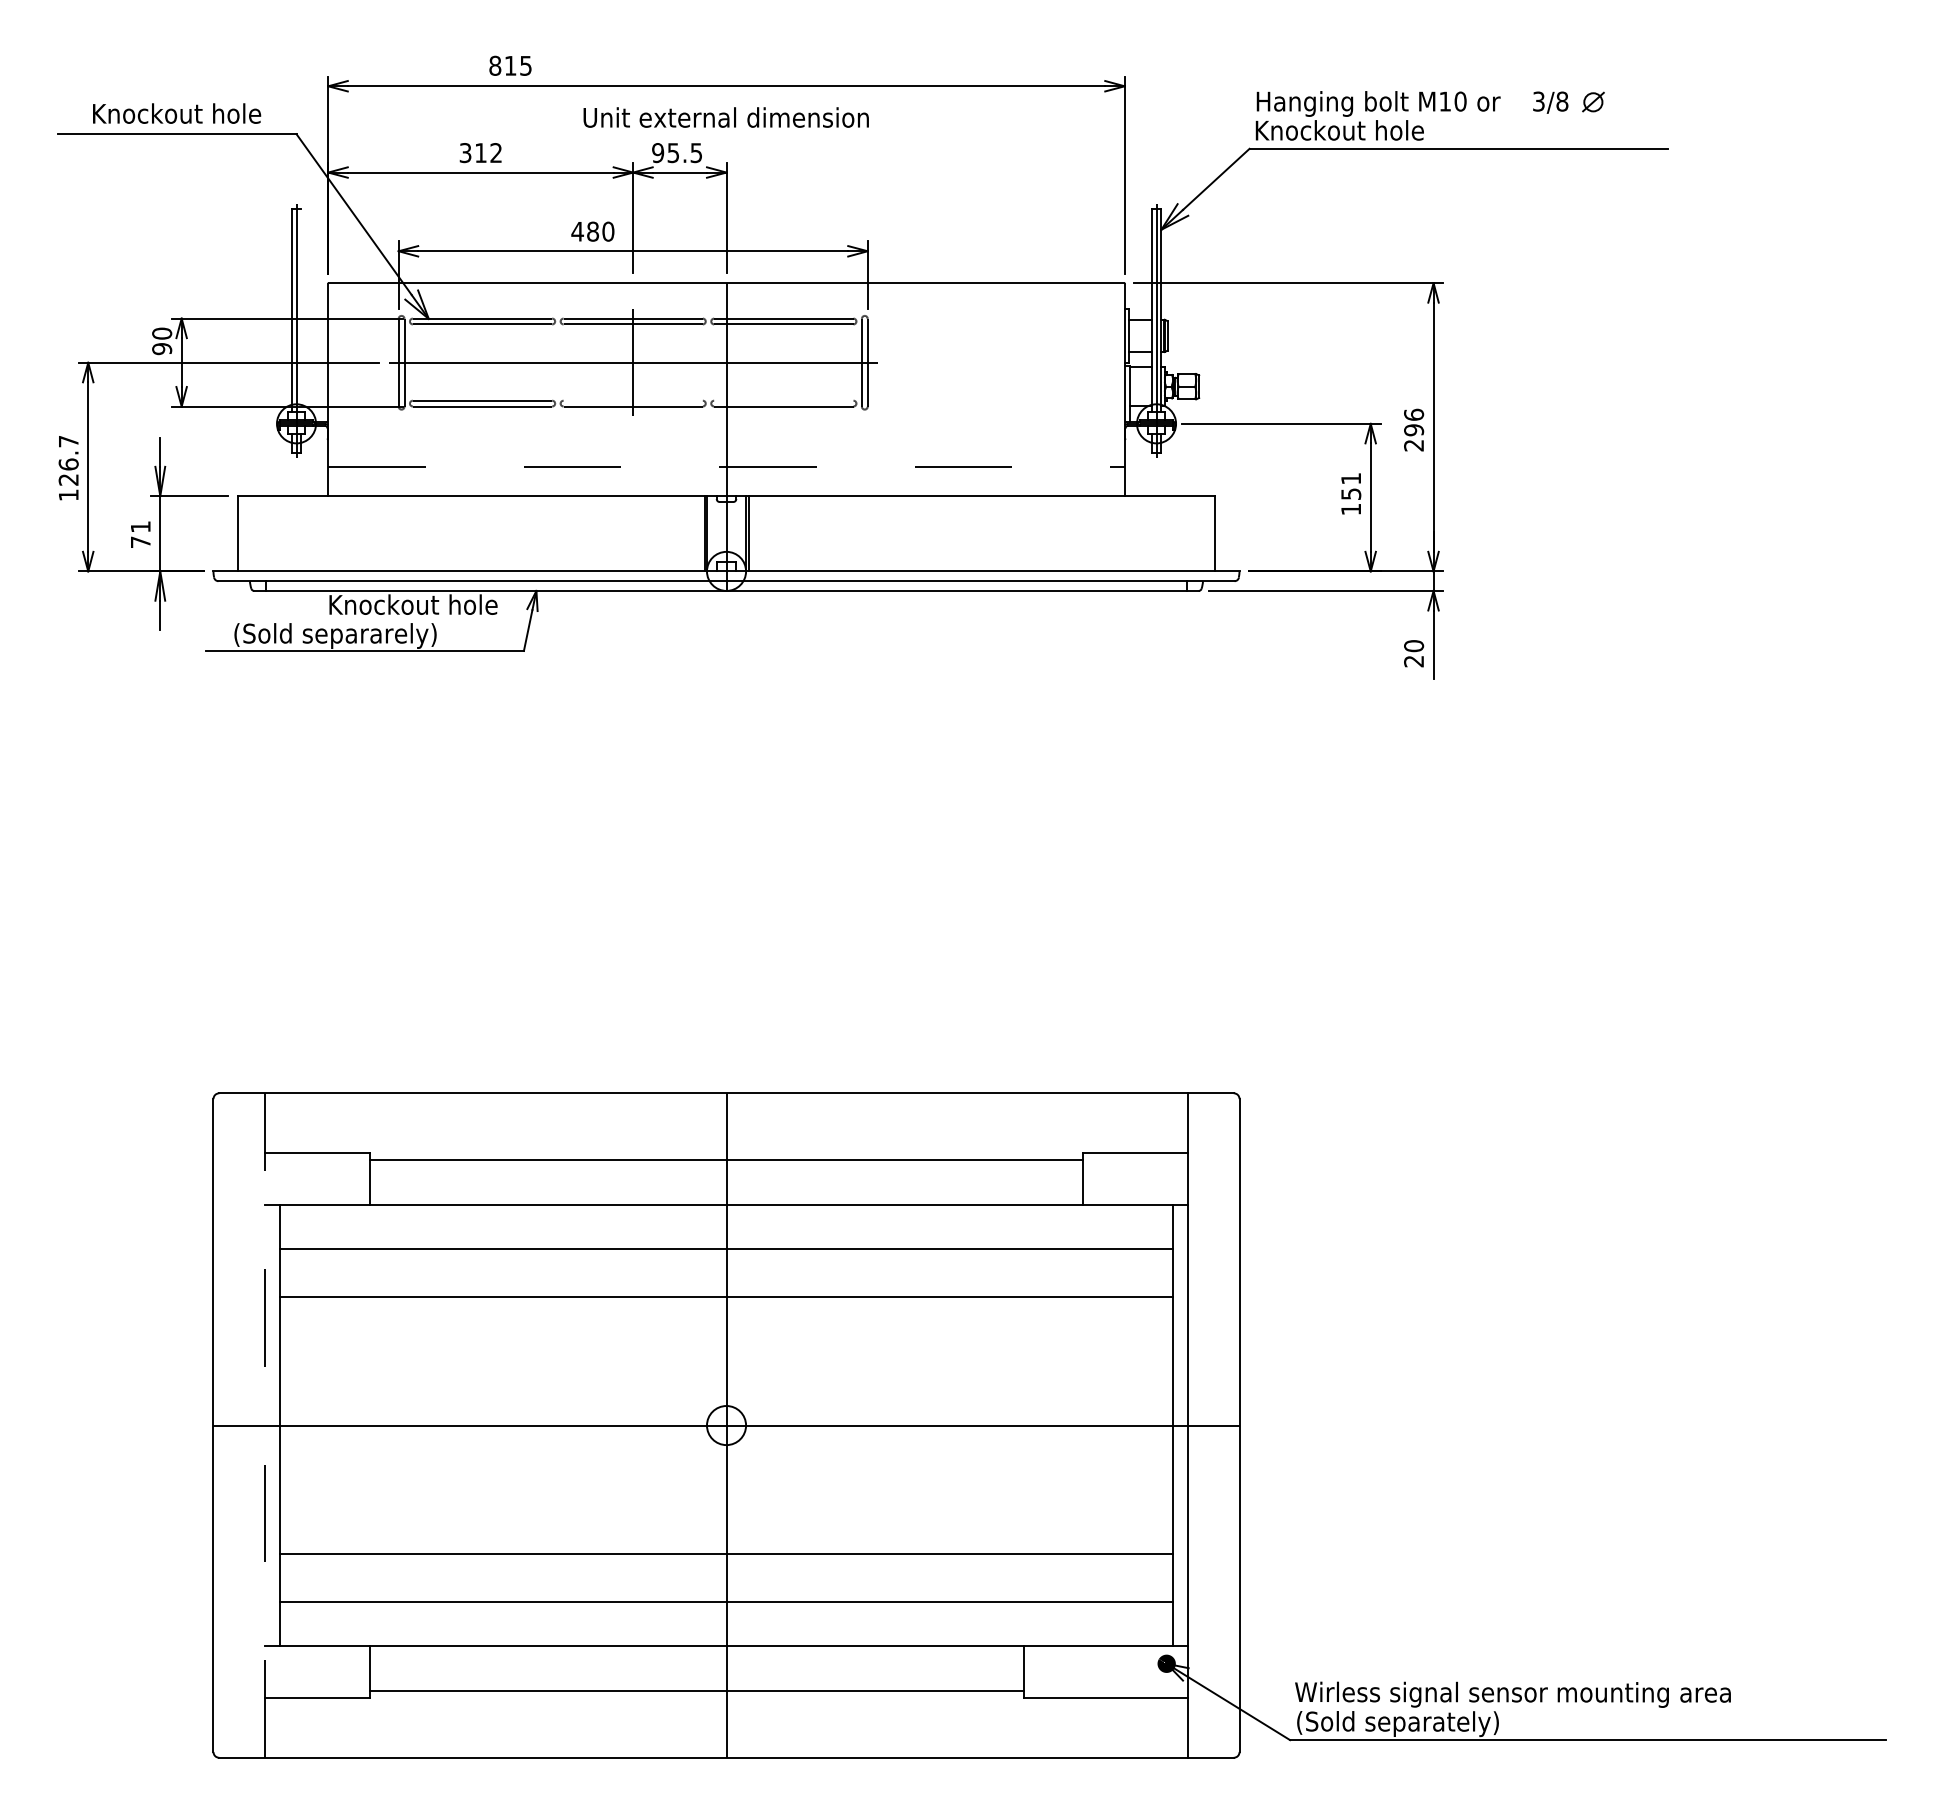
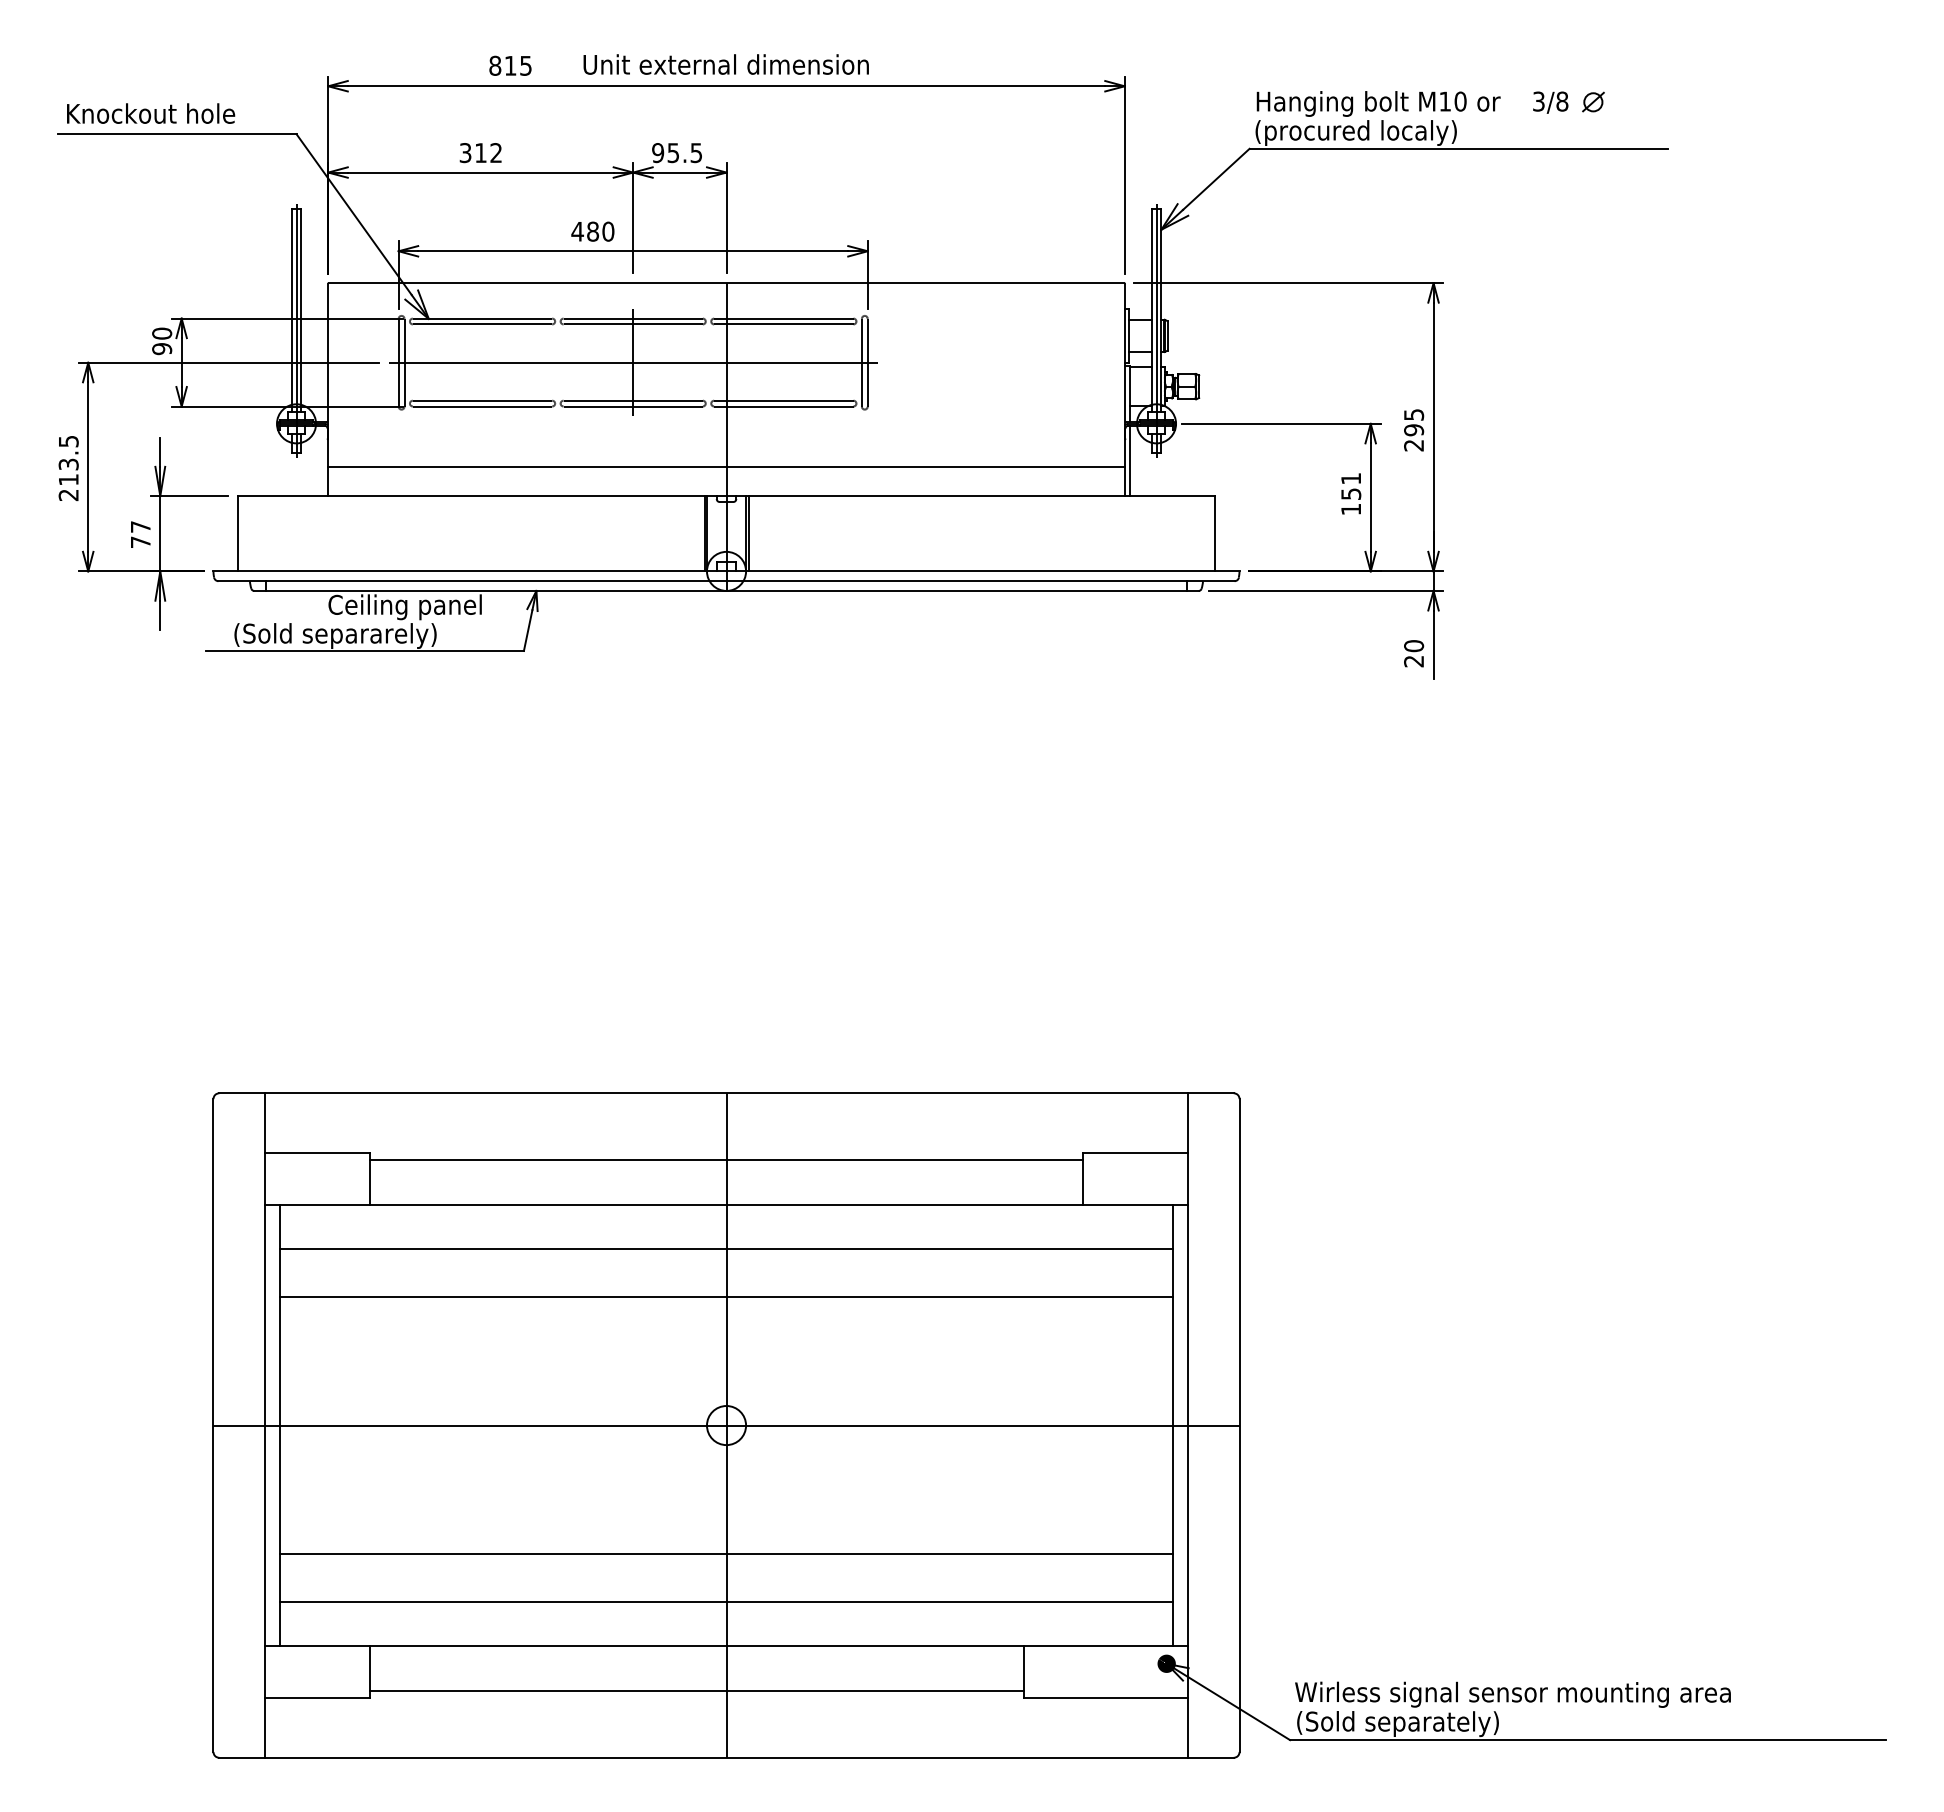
text at (177, 113) position: (177, 113) -> (151, 113)
text at (725, 117) position: (725, 117) -> (725, 64)
text at (1355, 132): Knockout hole -> (procured localy)
line at (301, 310): none -> present
line at (632, 400): none -> present
line at (783, 400): none -> present
text at (1414, 414): 296 -> 295
line at (1130, 460): none -> present
line at (727, 466): dashed -> solid
text at (68, 468): 126.7 -> 213.5
text at (140, 526): 71 -> 77
text at (412, 607): Knockout hole -> Ceiling panel
line at (265, 1425): dashed -> solid
